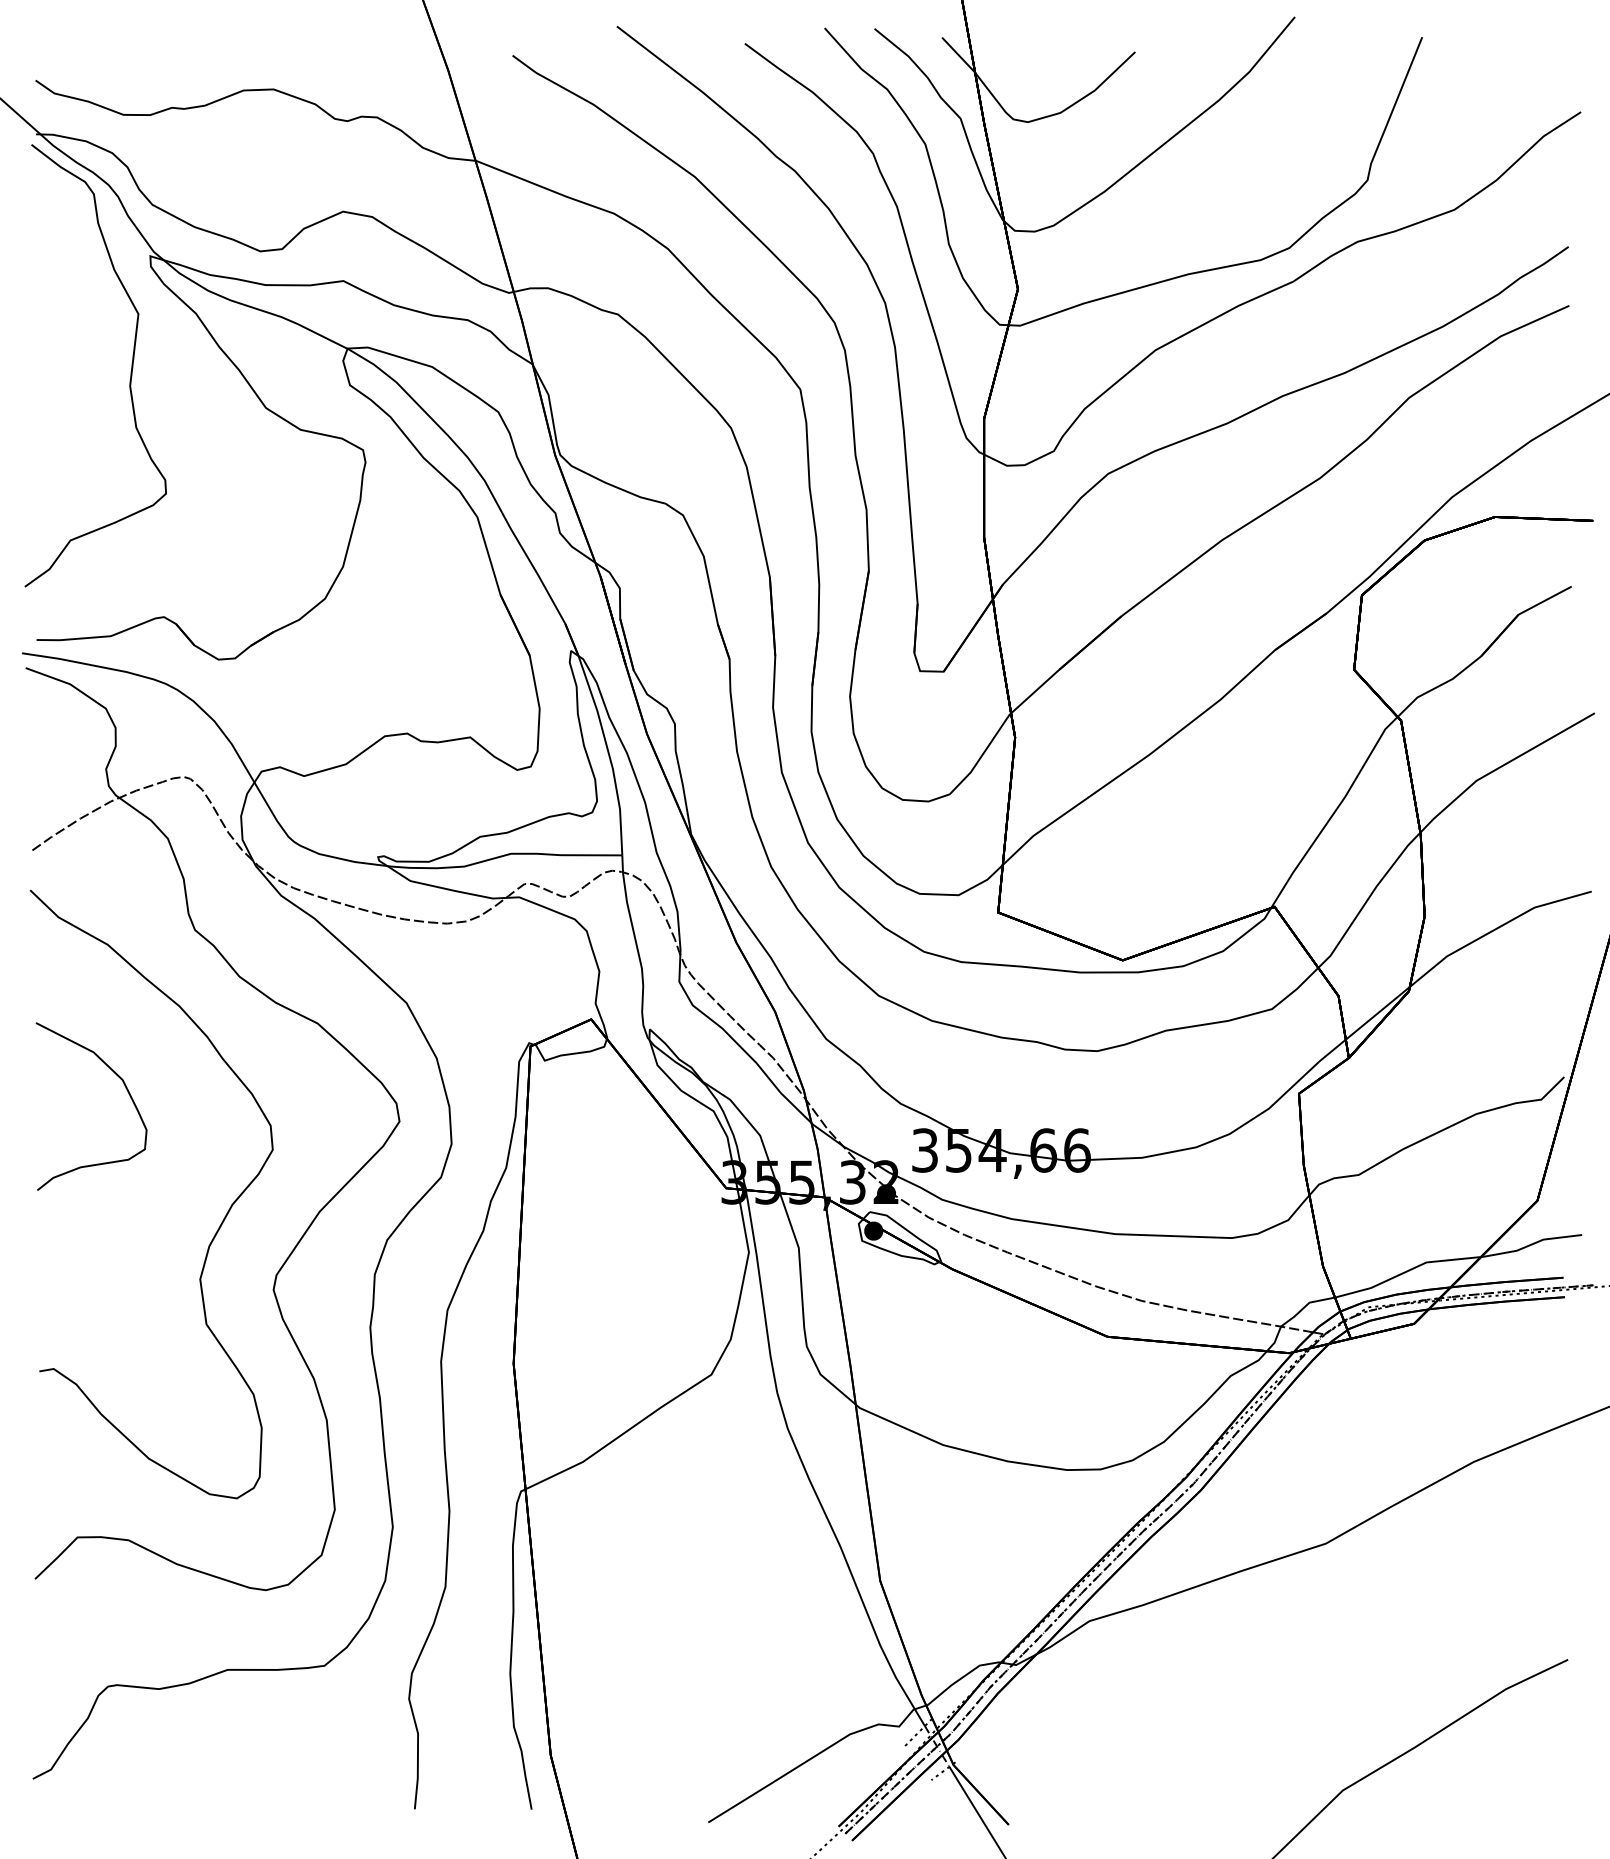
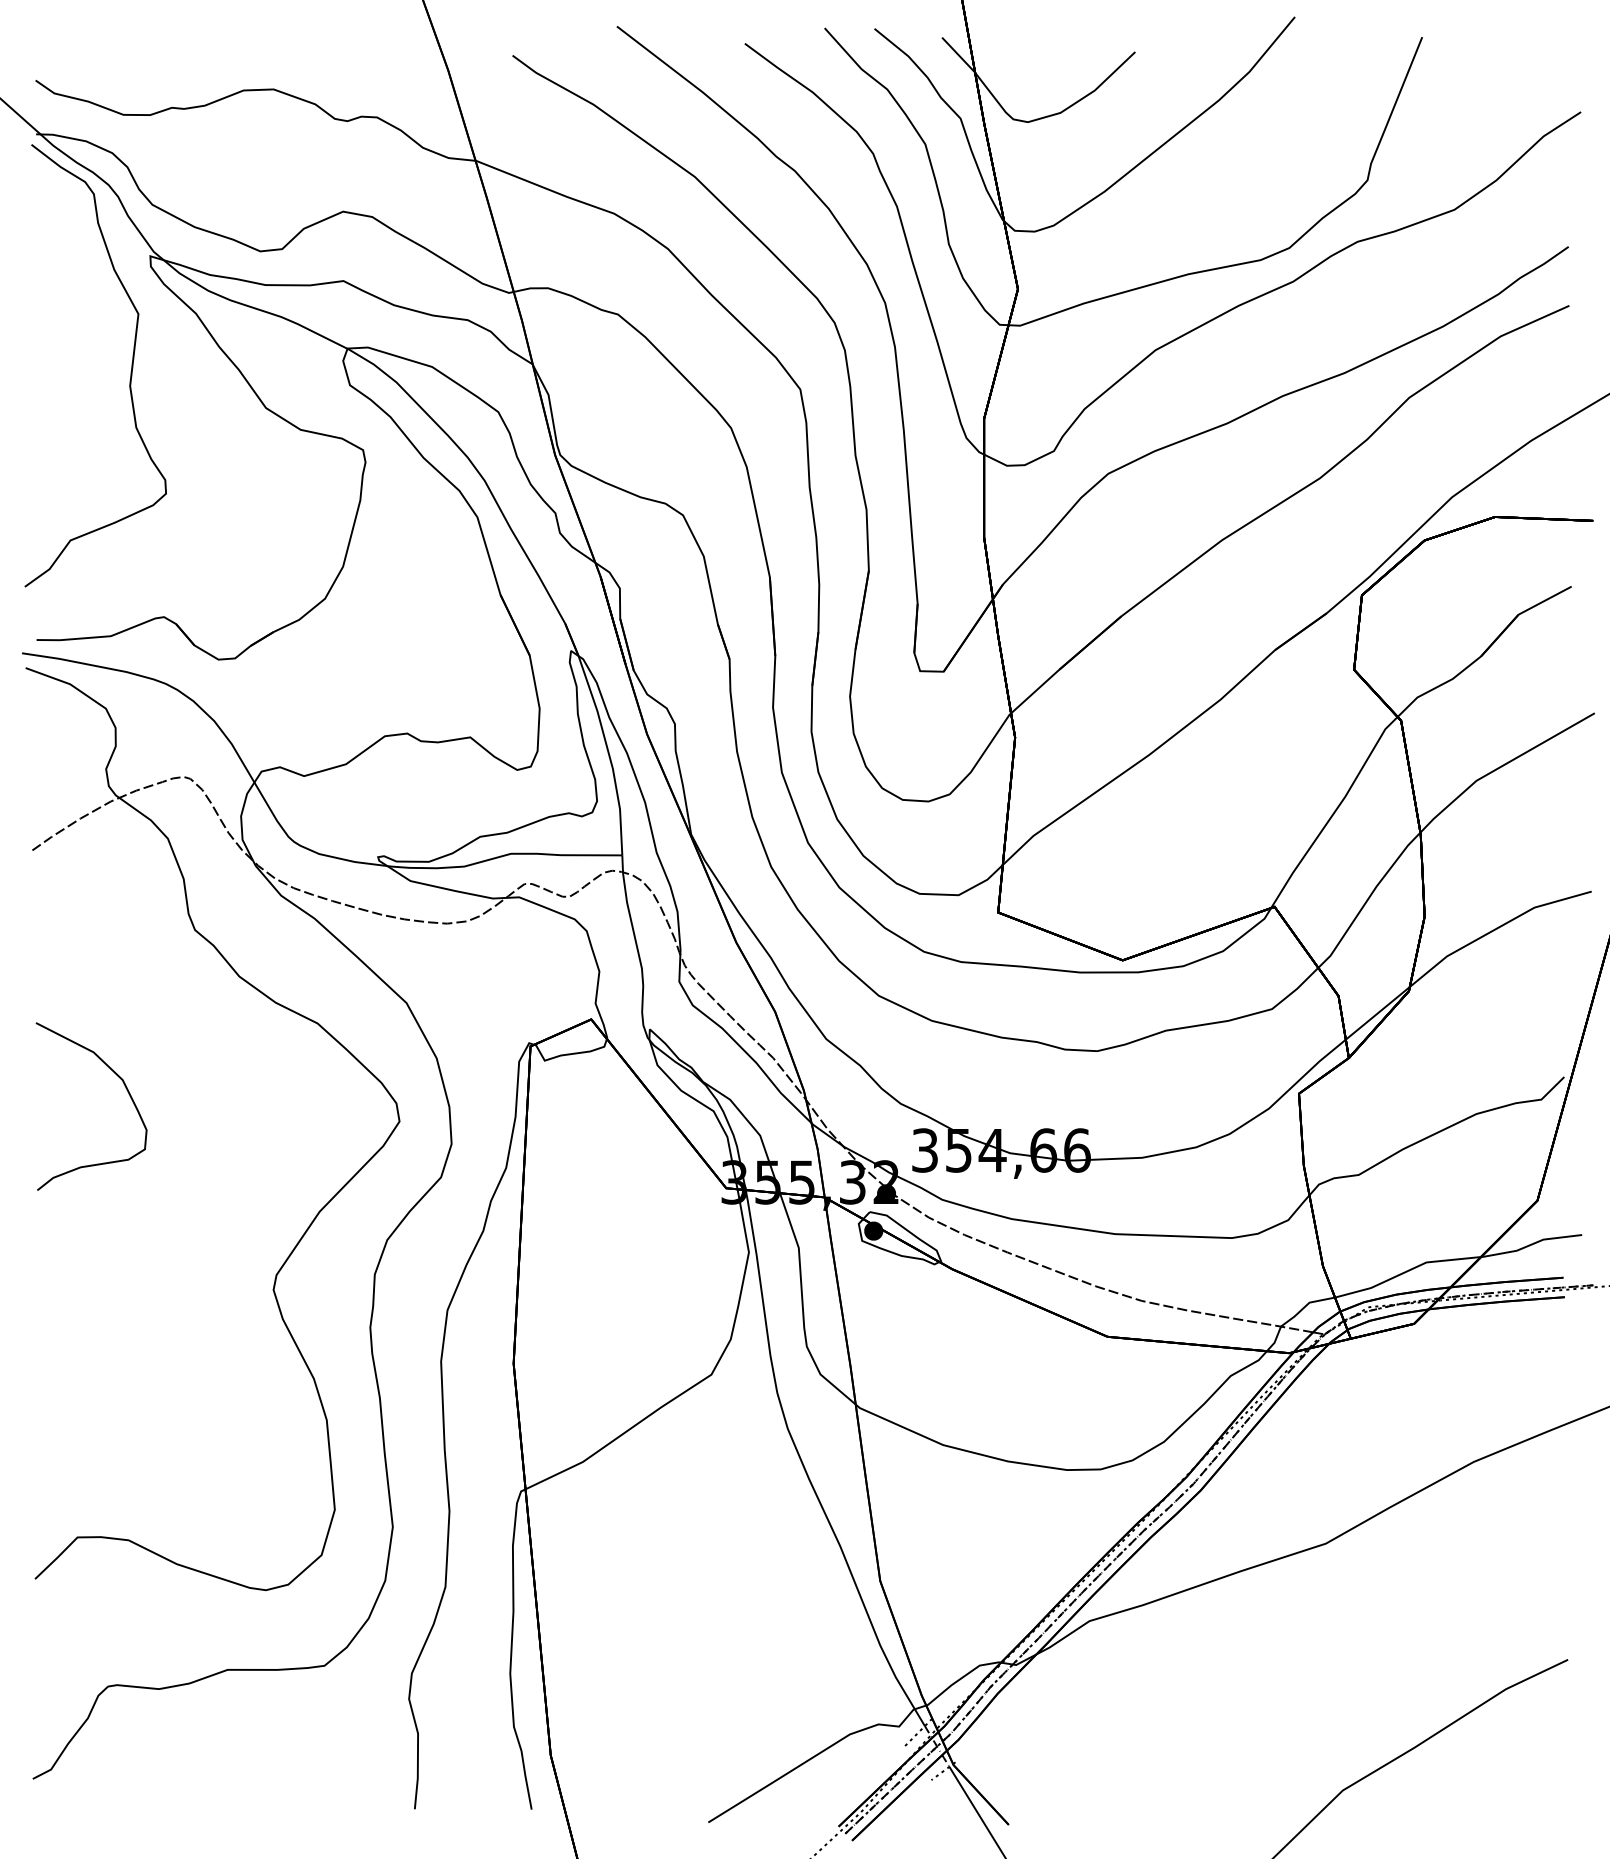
curve at (214, 1234): present -> none
